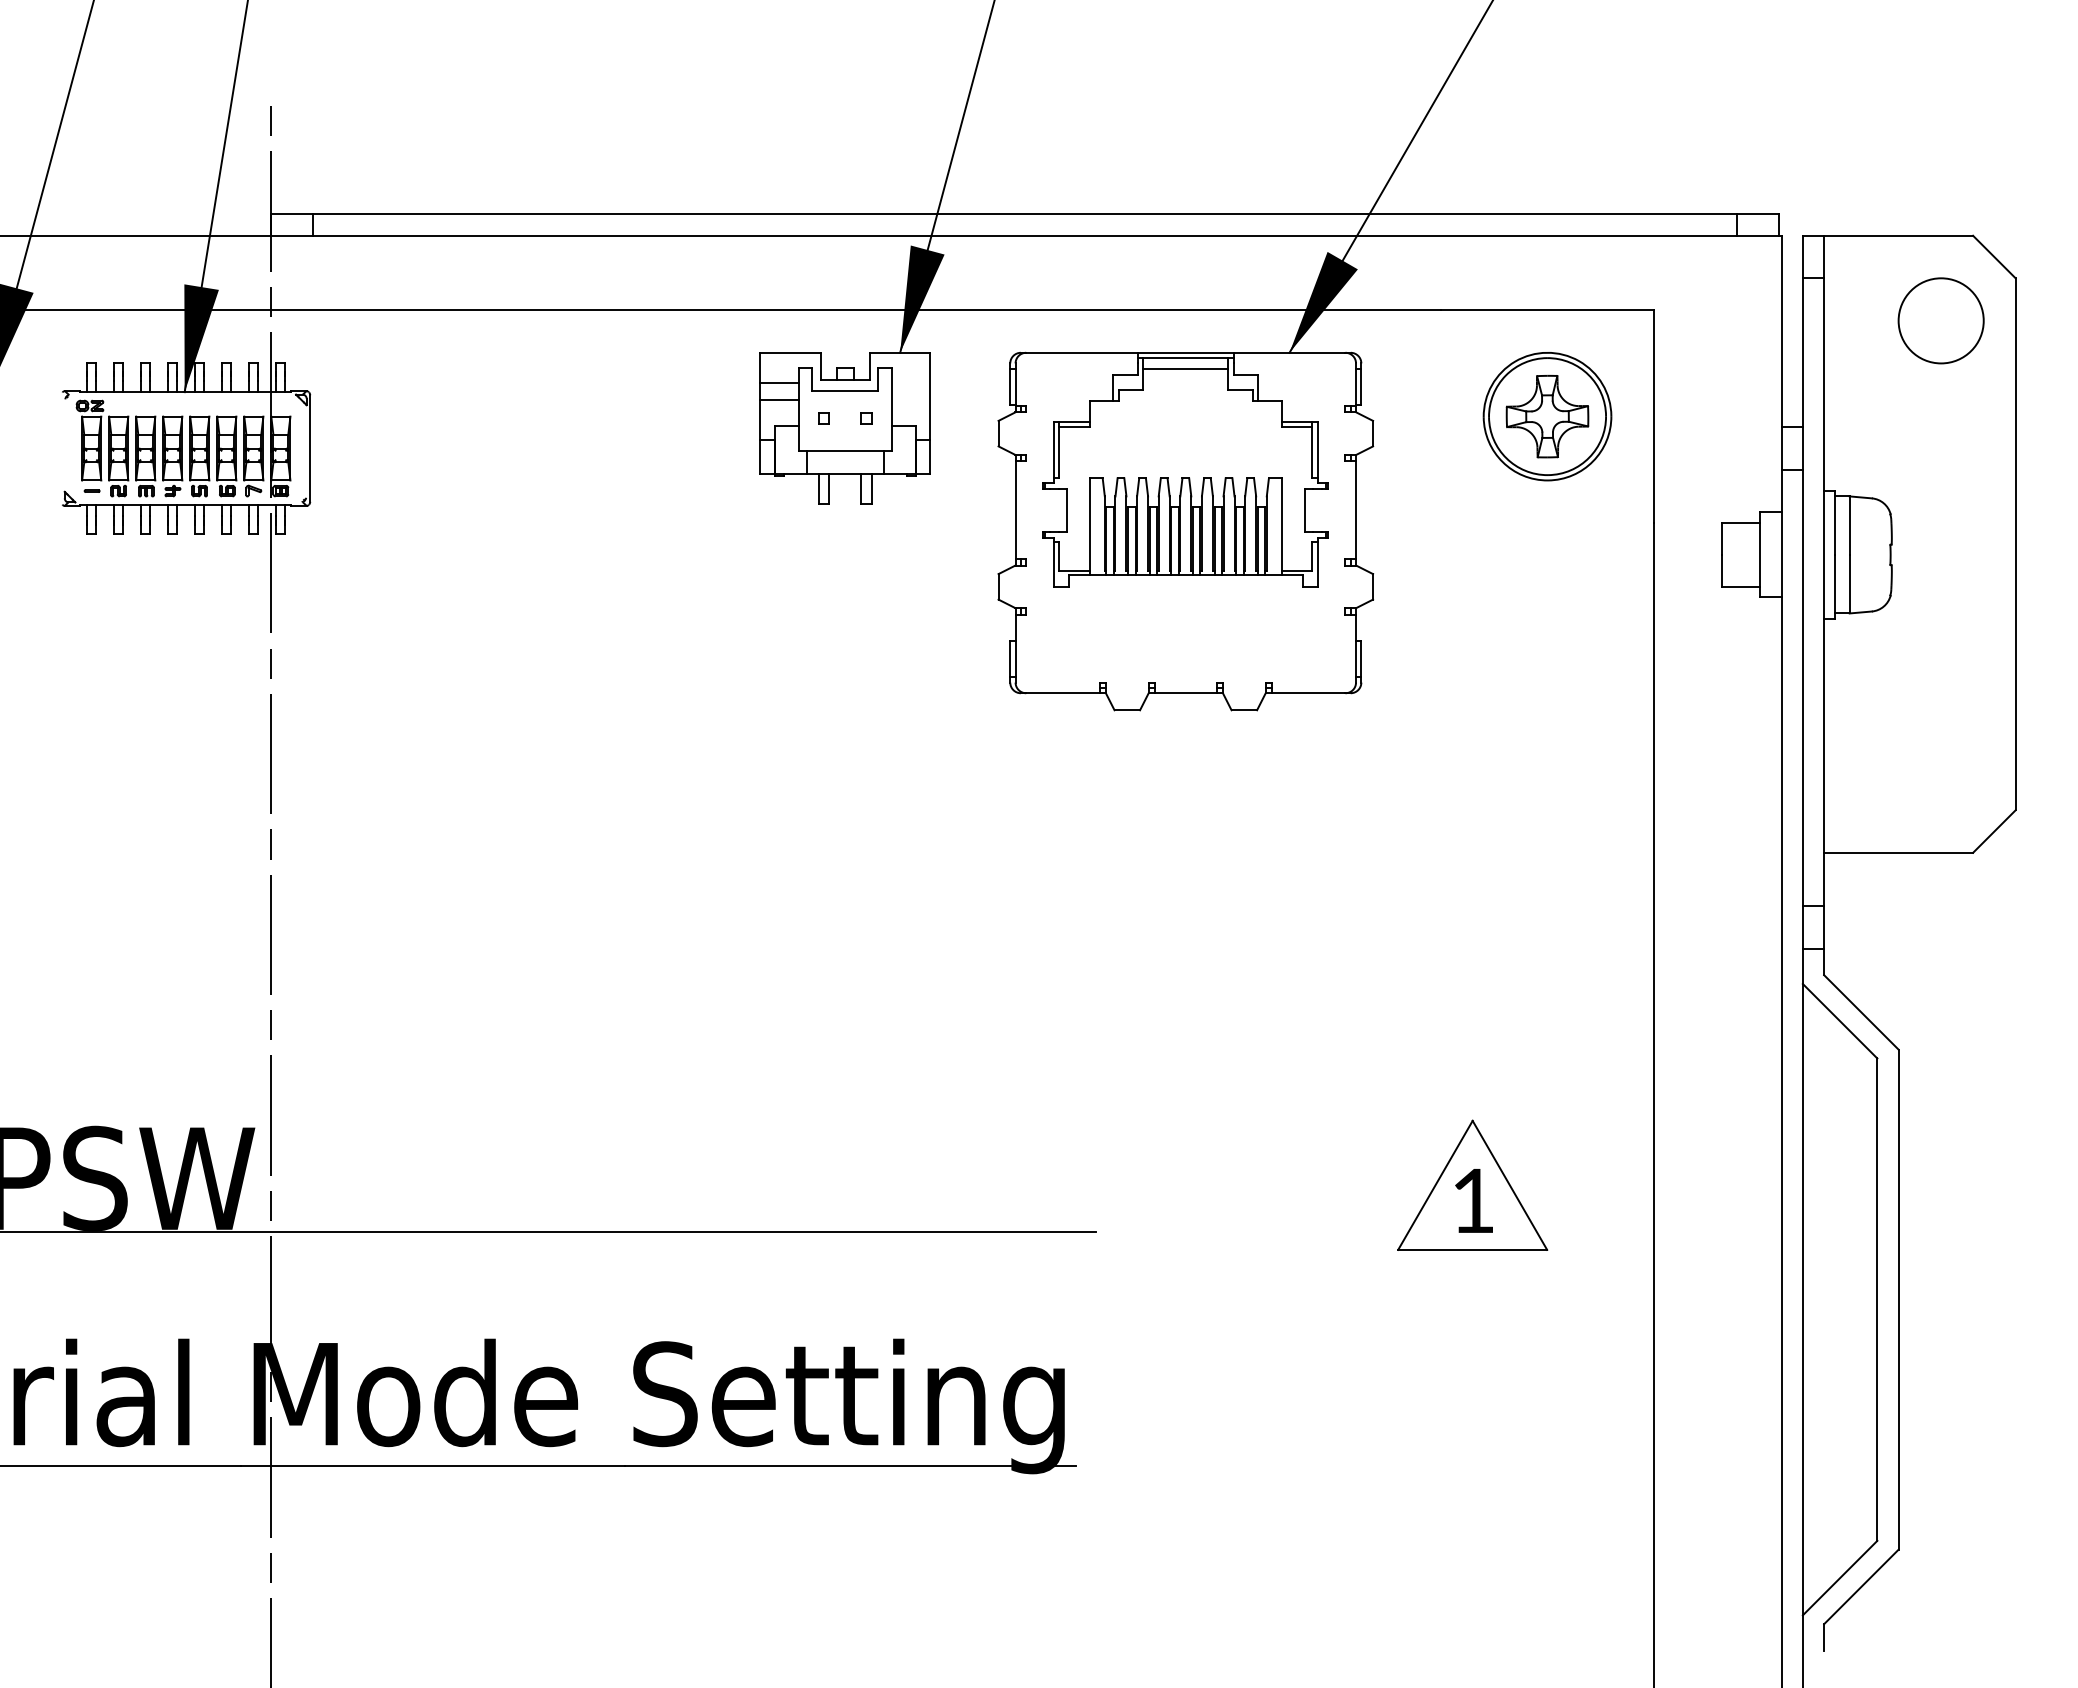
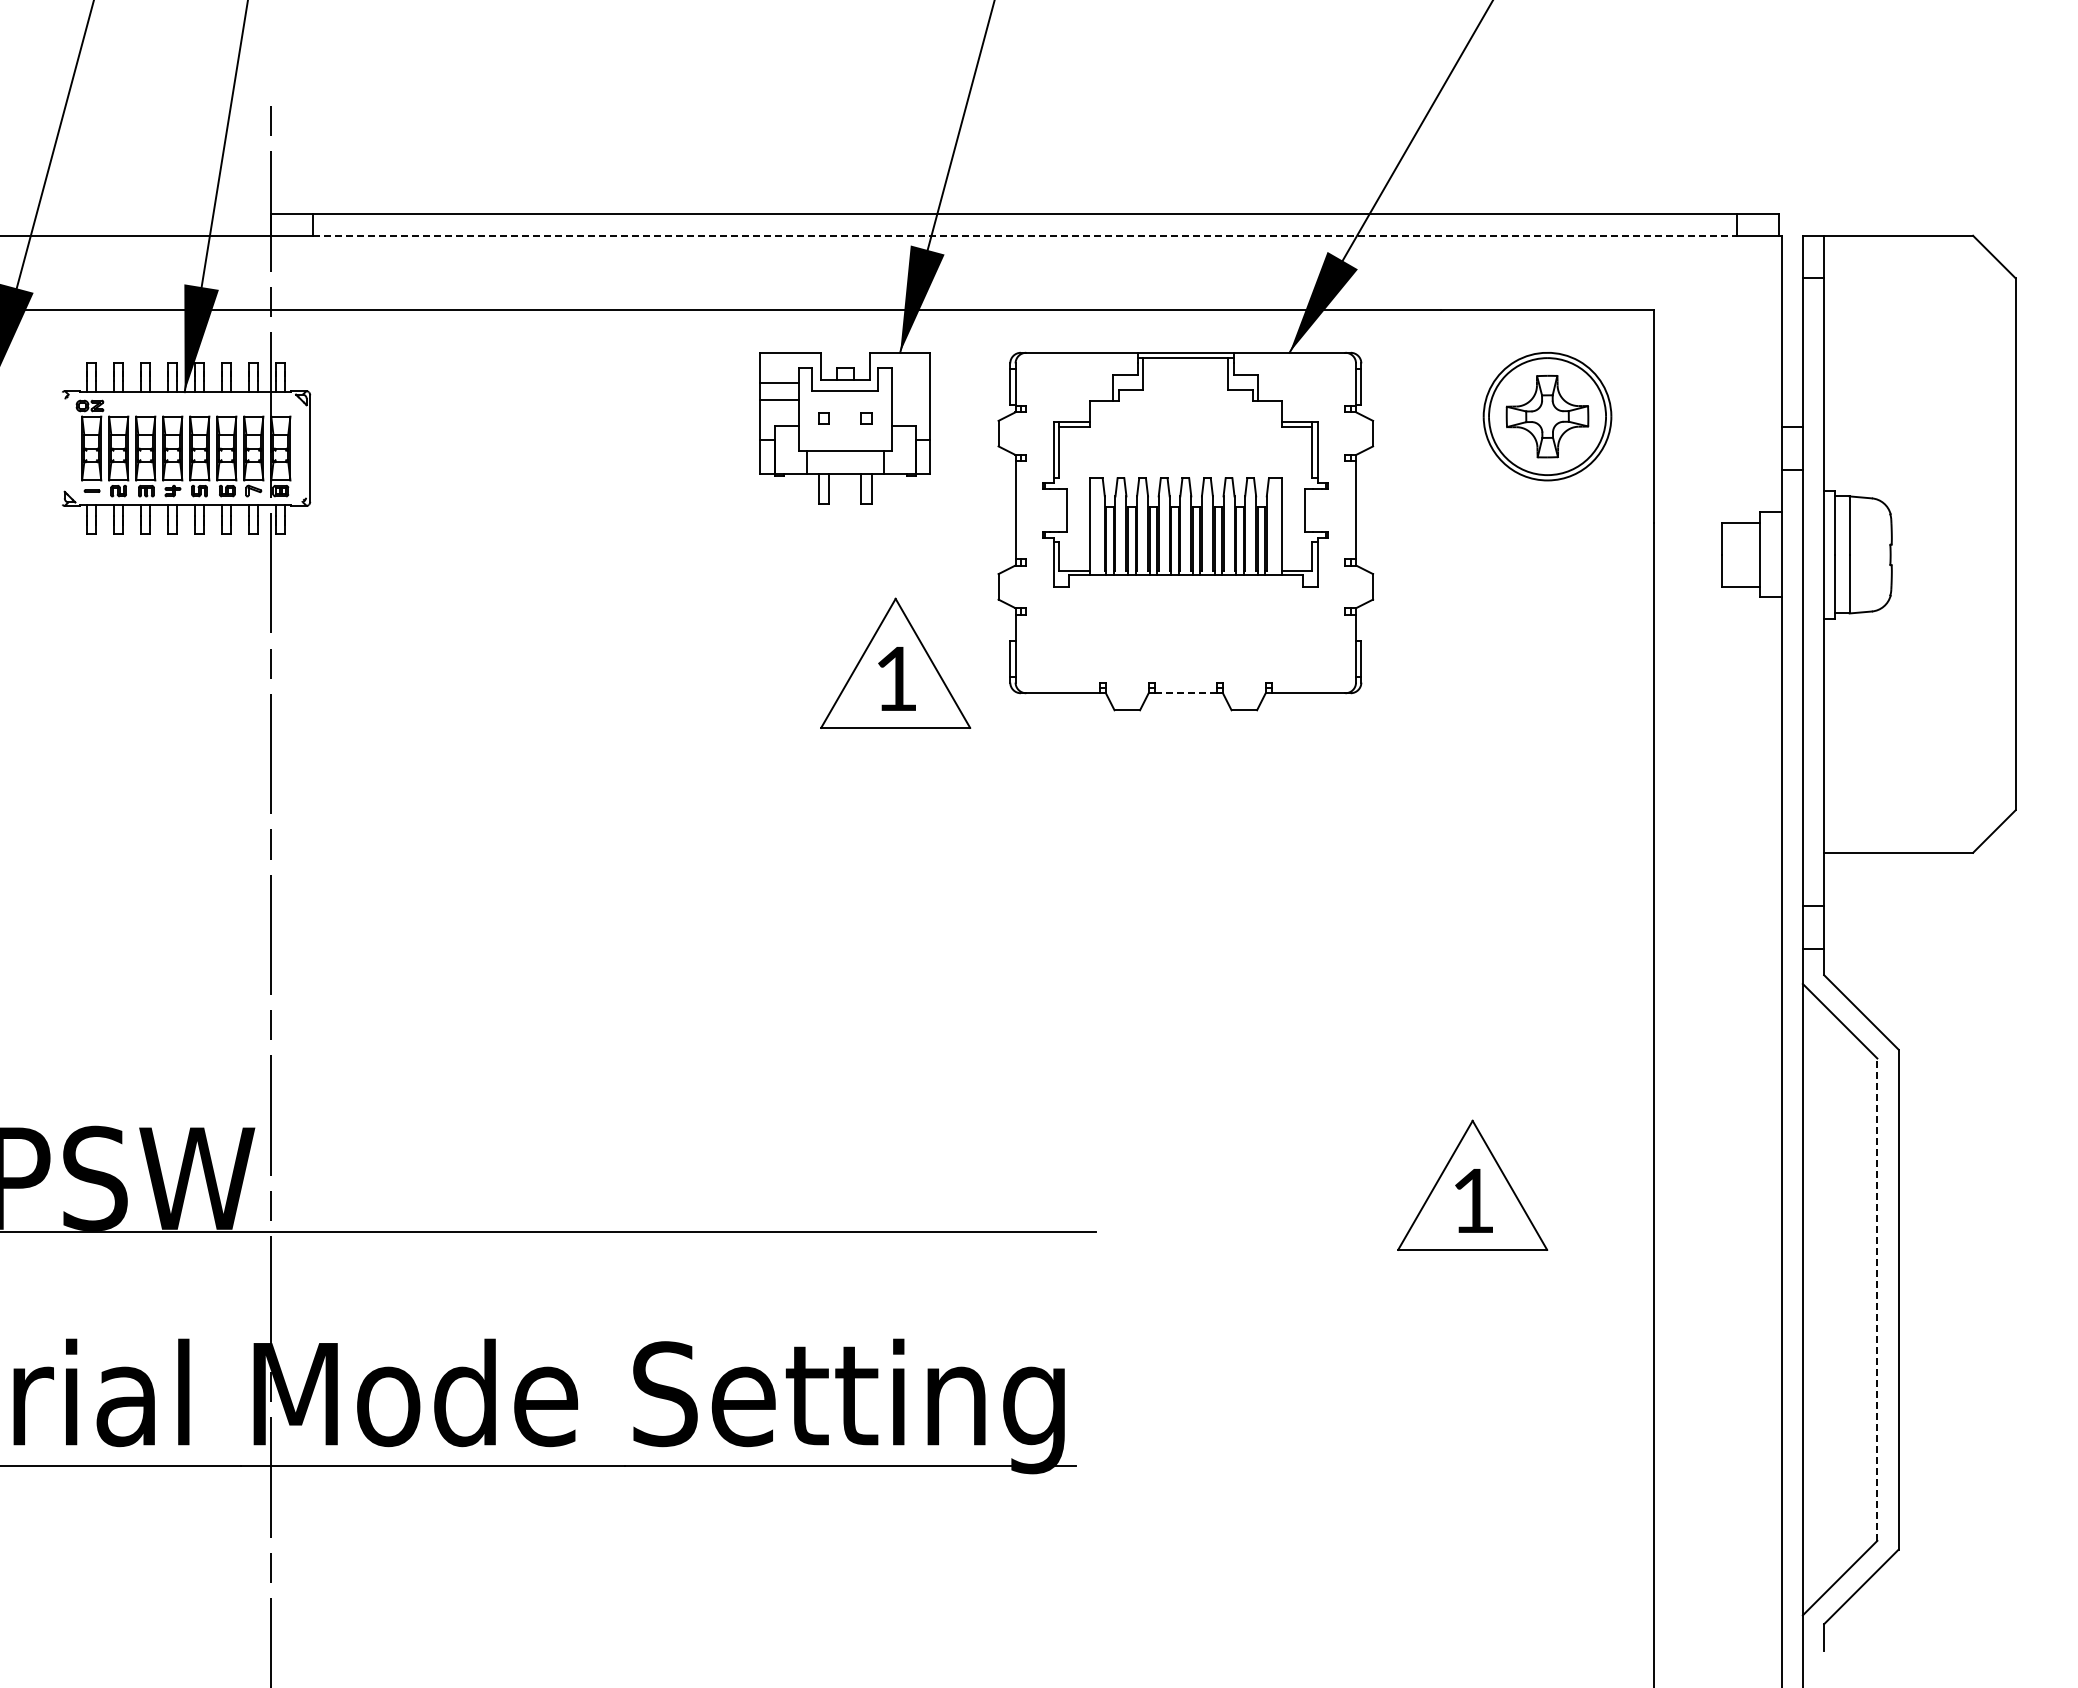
line at (1025, 235): solid -> dashed
circle at (1940, 320): present -> none
line at (1185, 368): present -> none
part at (895, 662): none -> present
line at (1185, 693): solid -> dashed
line at (1877, 1299): solid -> dashed
